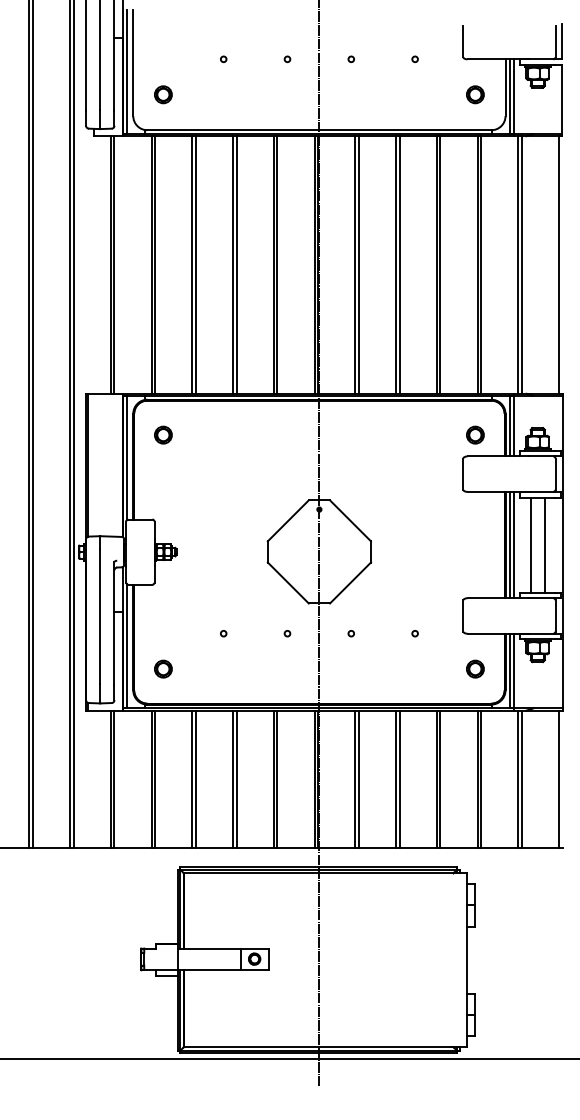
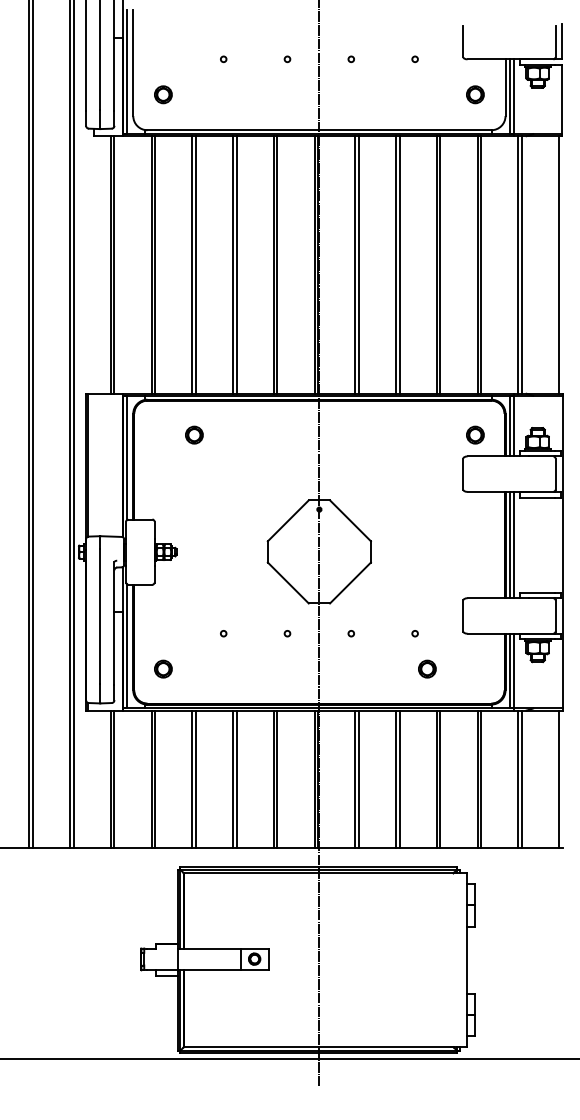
part at (163, 434) position: (163, 434) -> (194, 434)
line at (530, 544): present -> none
line at (544, 544): present -> none
part at (475, 668) position: (475, 668) -> (427, 668)
